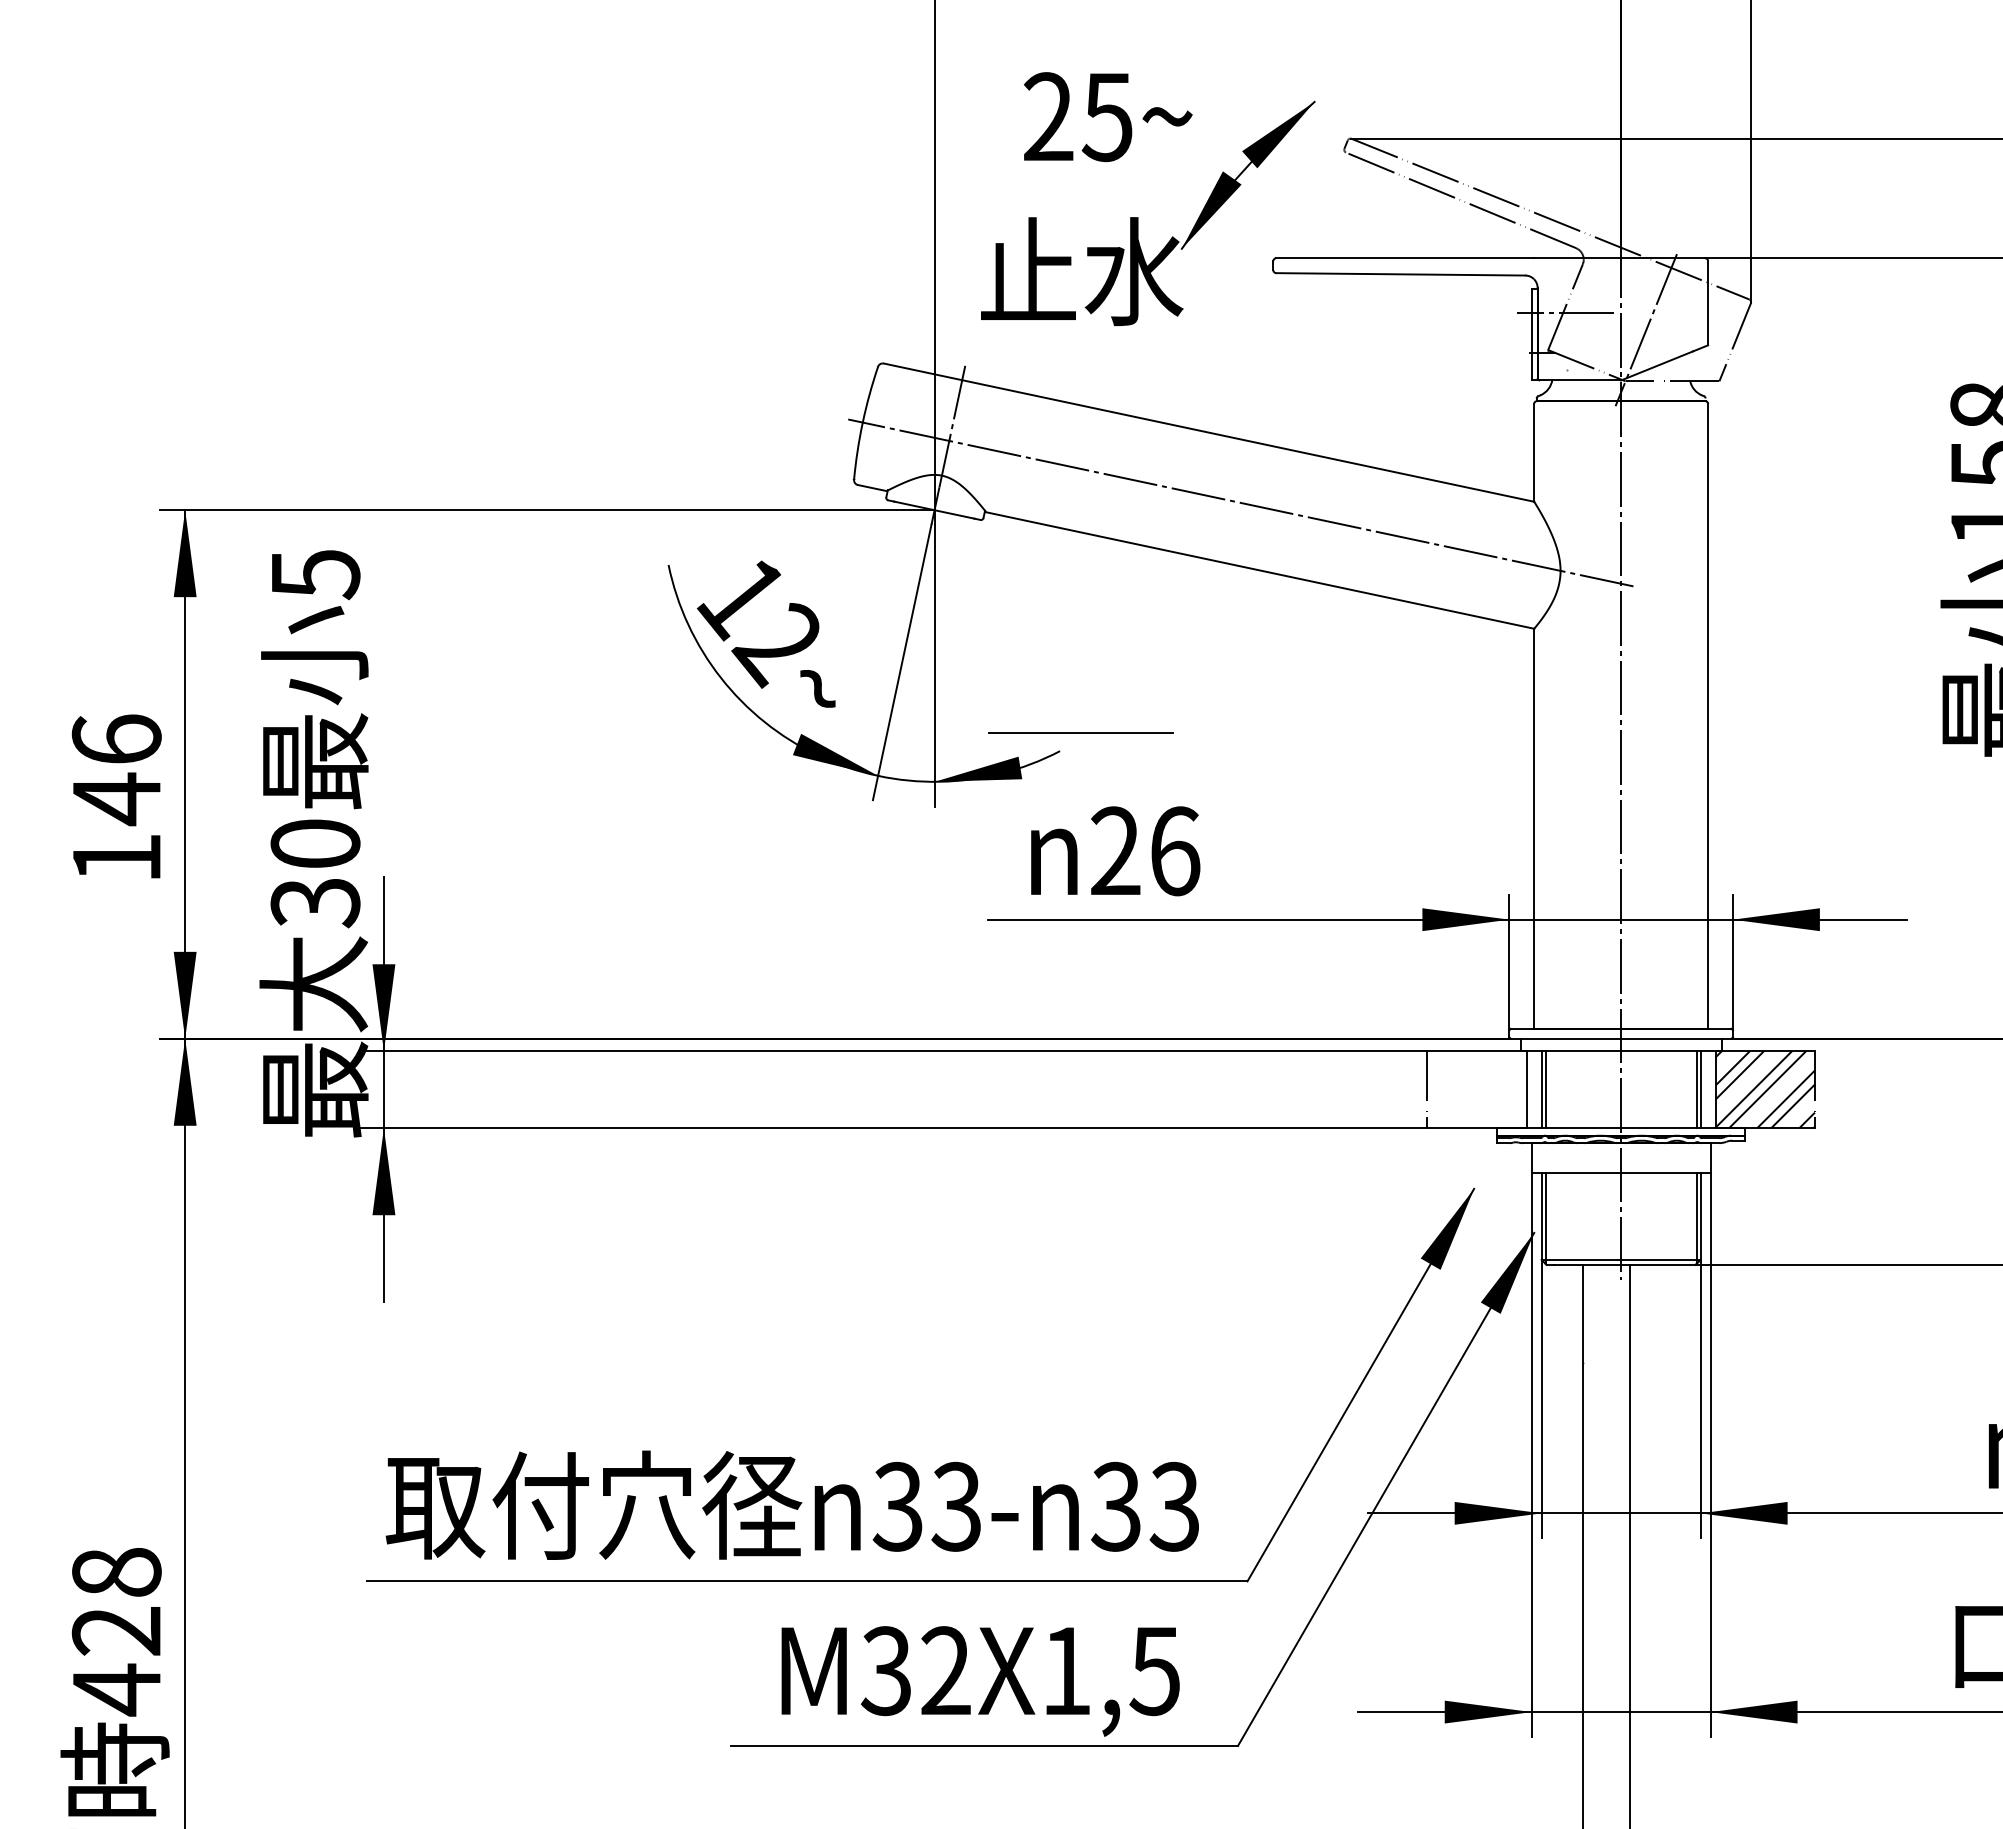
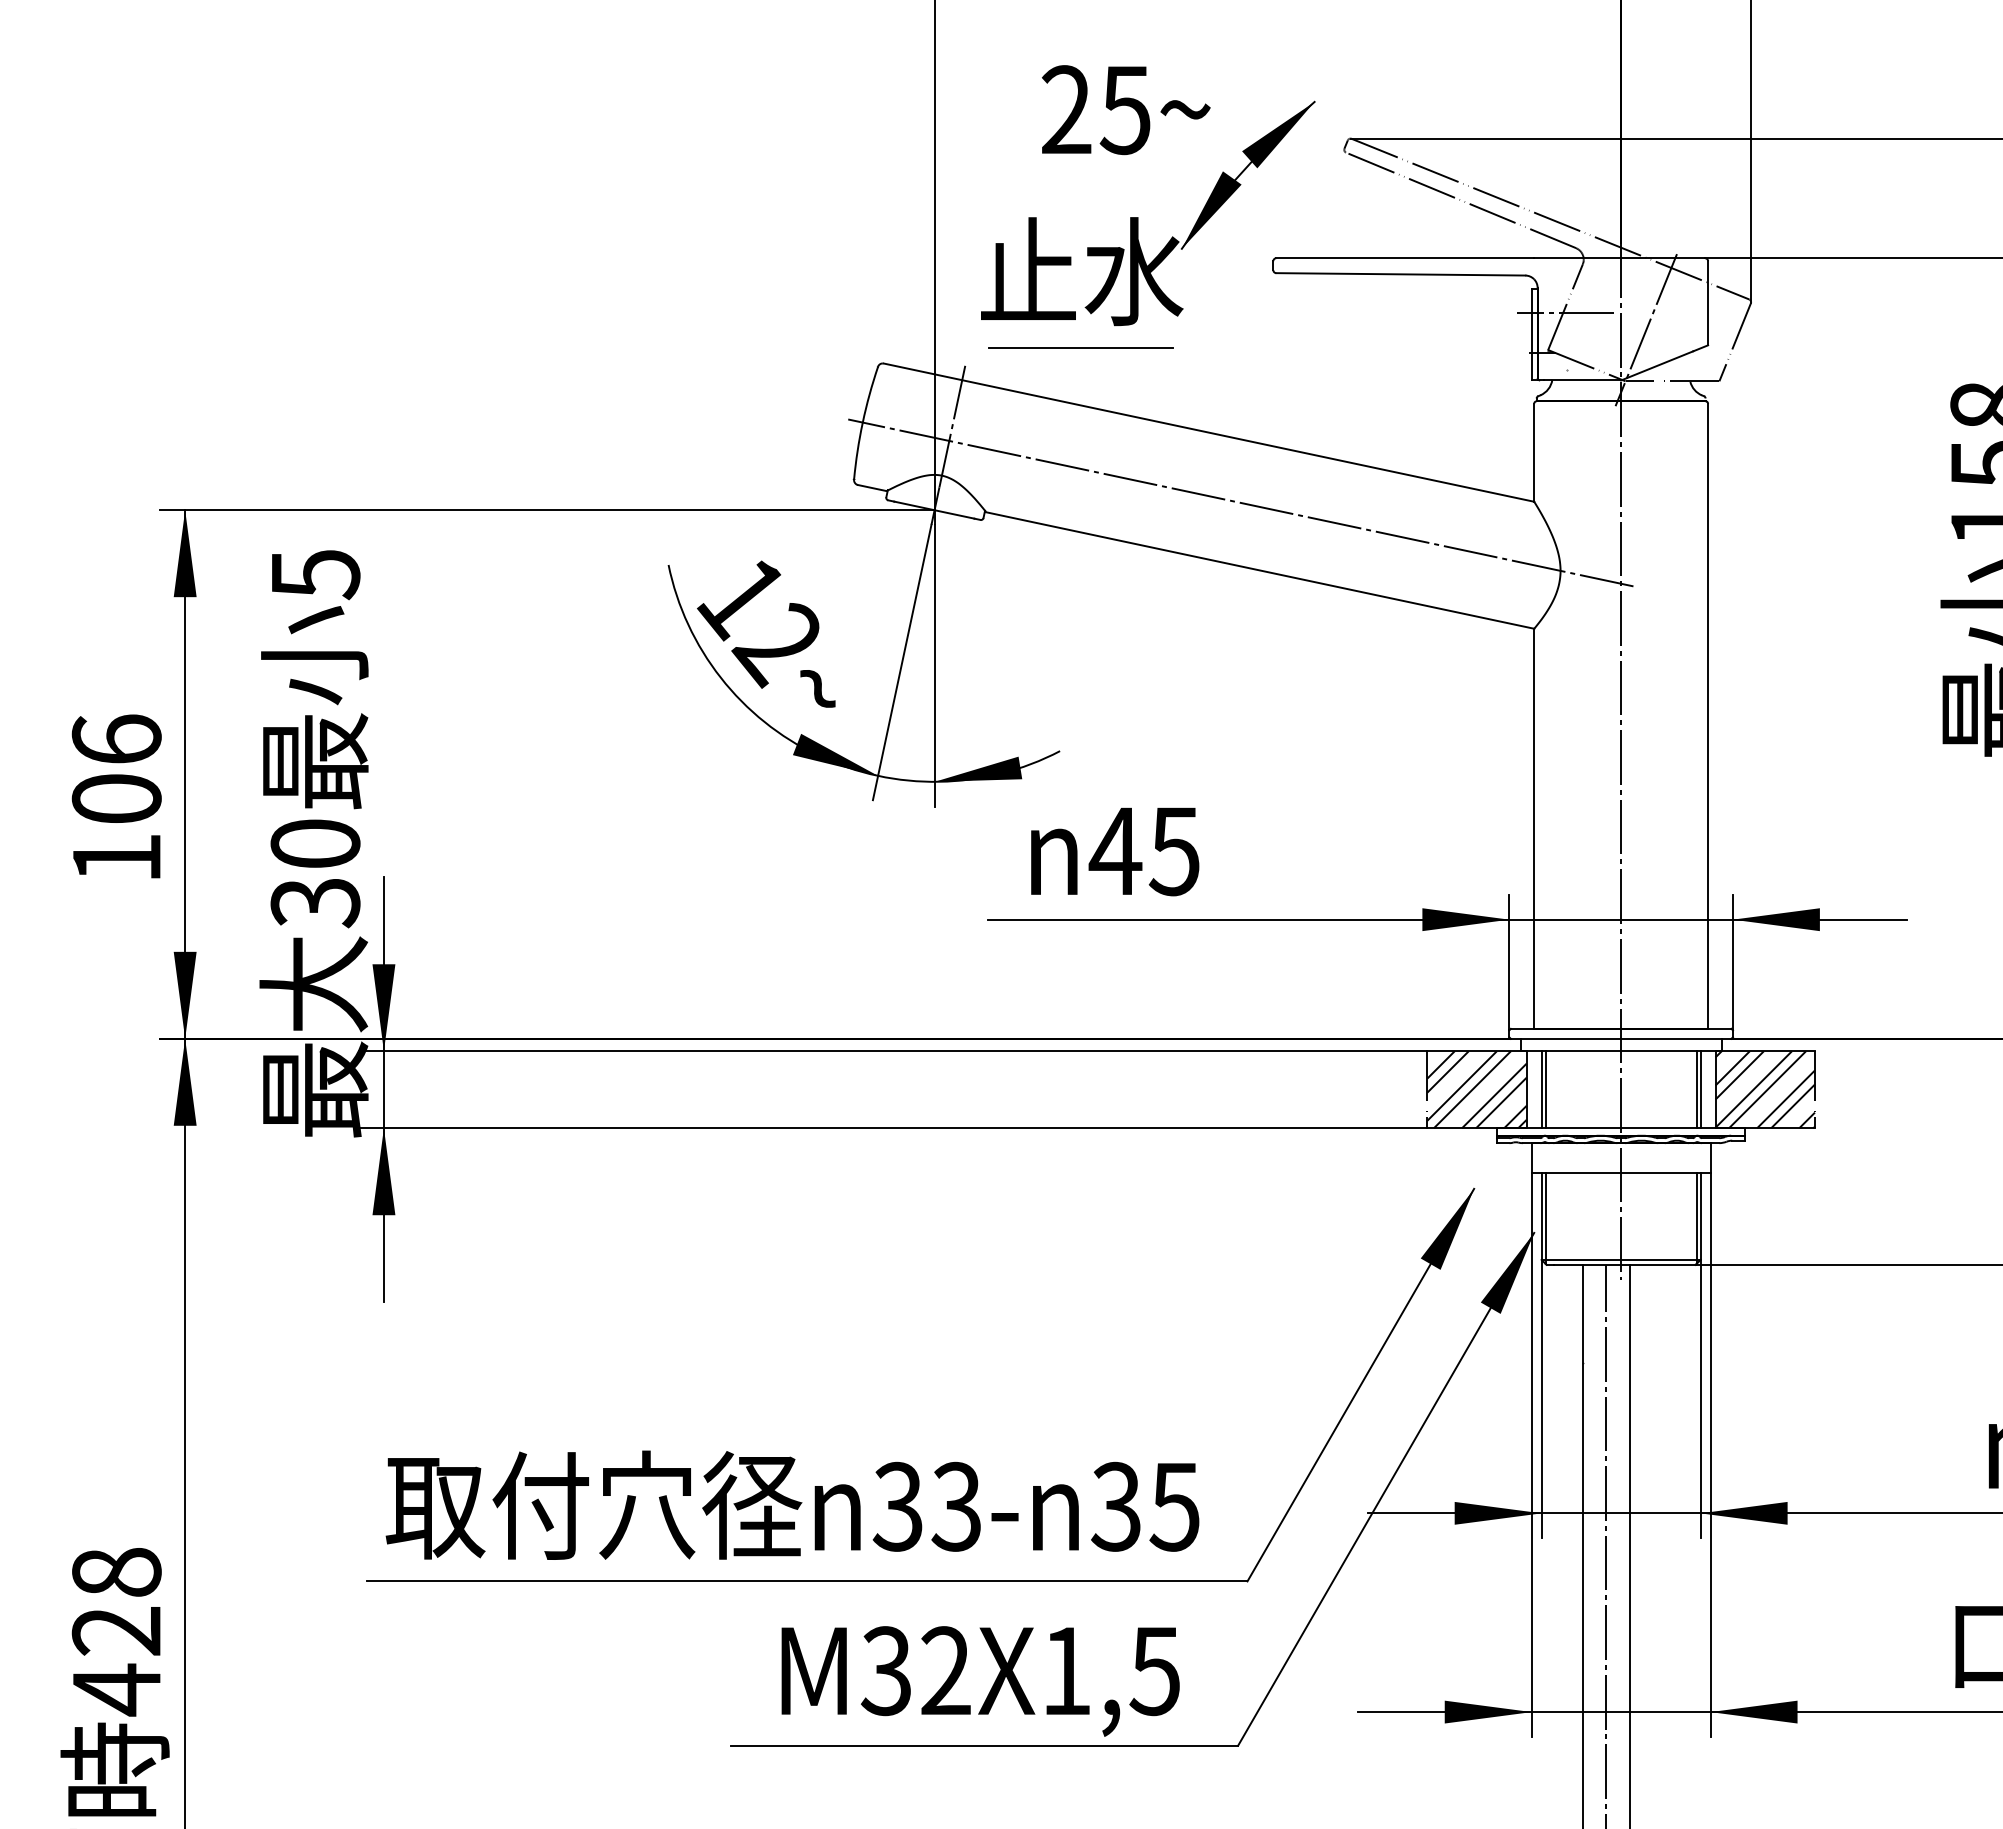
text at (1108, 117) position: (1108, 117) -> (1126, 110)
line at (1080, 732) position: (1080, 732) -> (1080, 347)
text at (116, 799): 146 -> 106
text at (1144, 851): 26 -> 45
hatch at (1476, 1089): none -> present
text at (1174, 1506): 33 -> 35
line at (1606, 1544): none -> present
